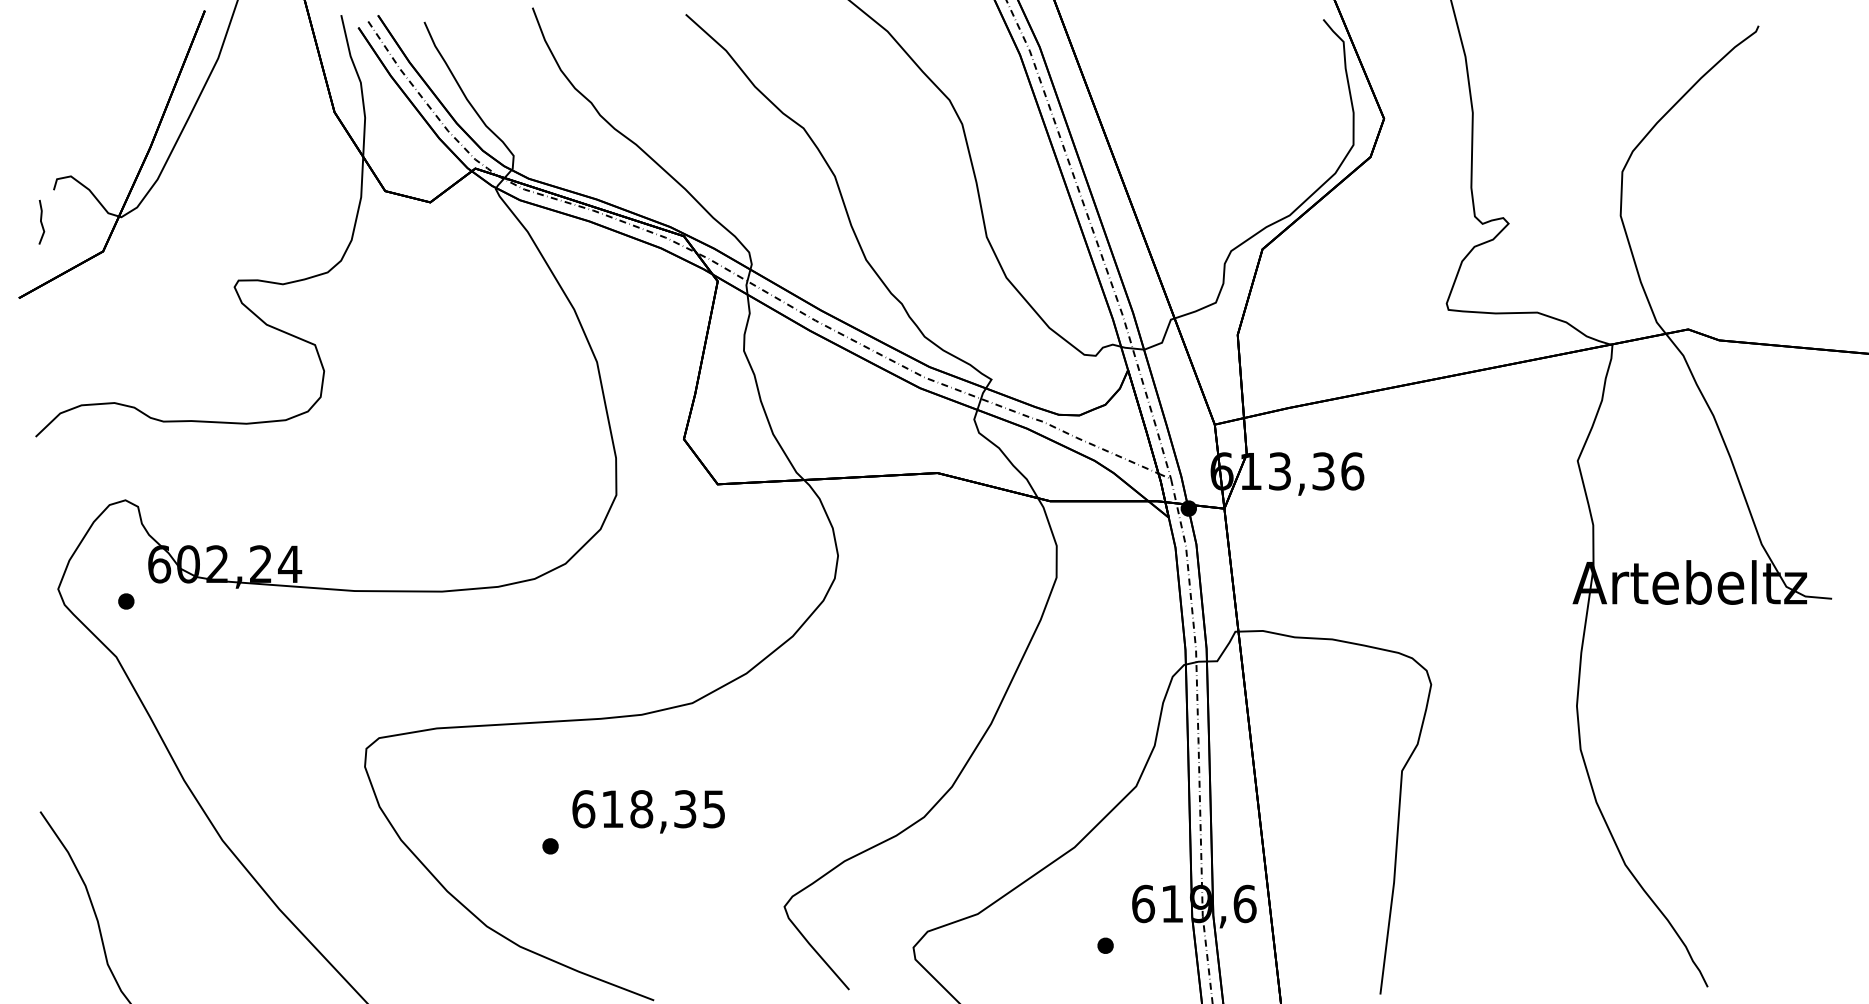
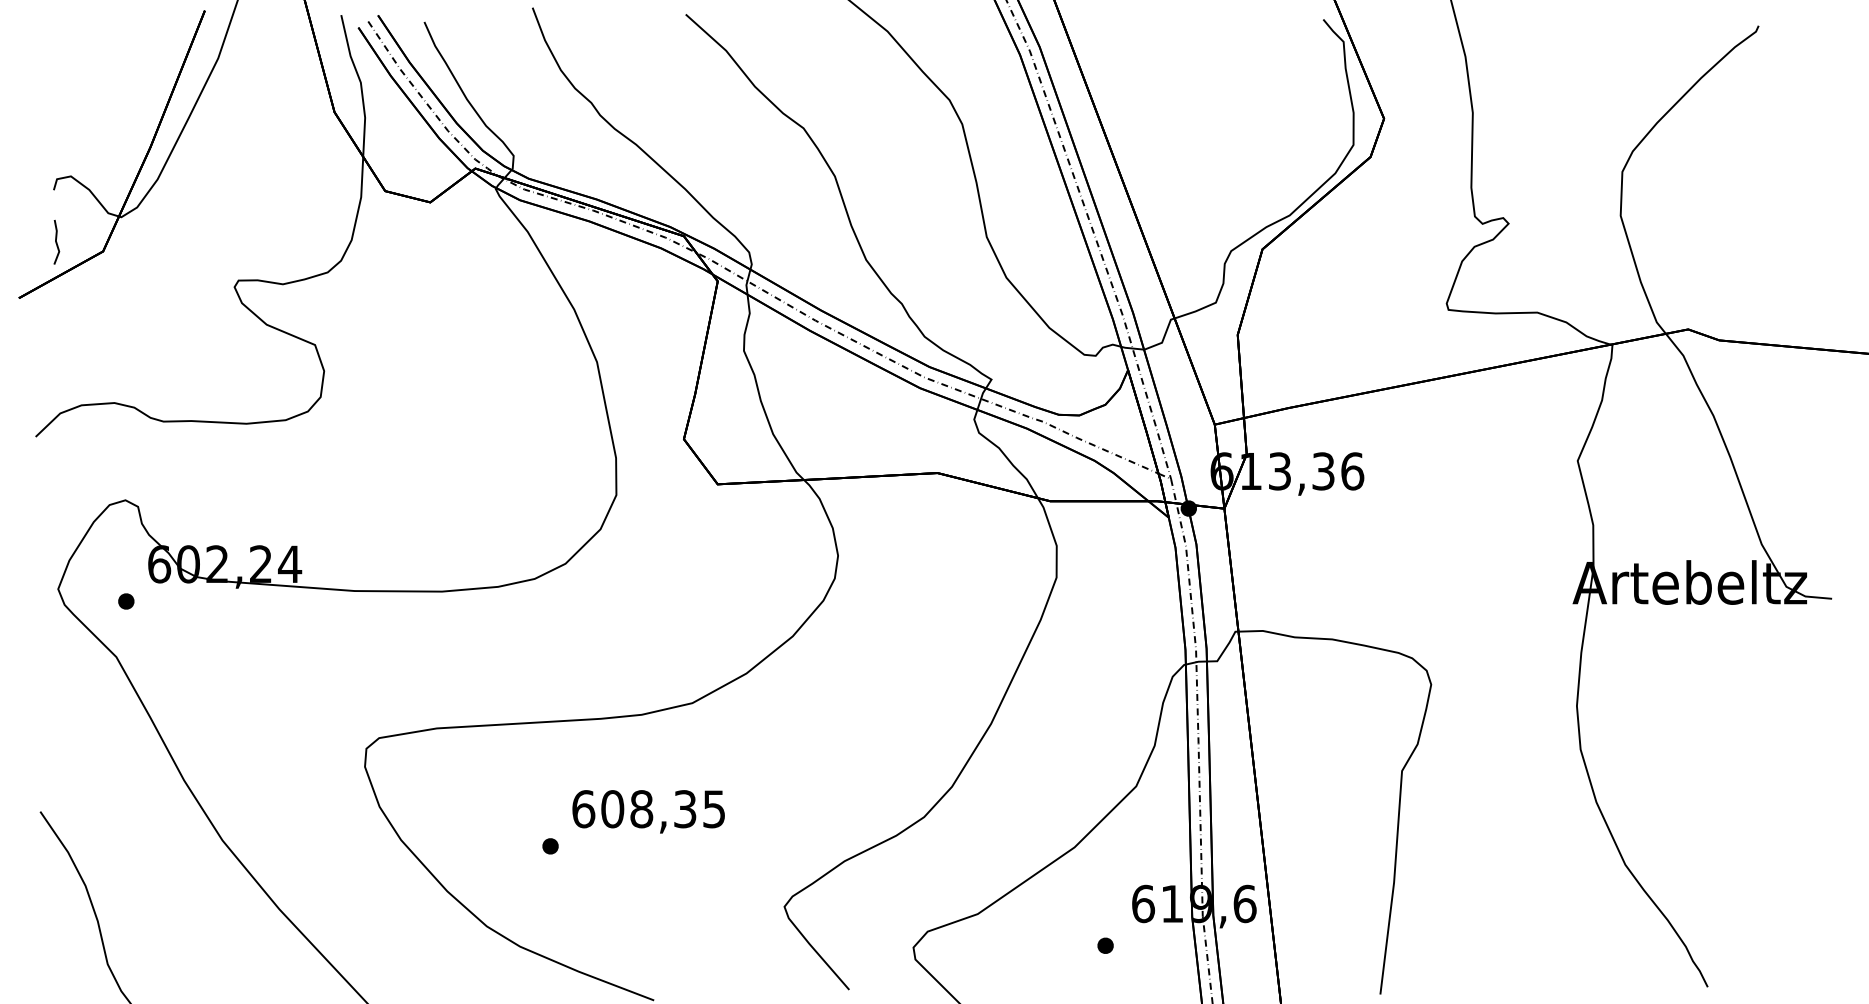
line at (41, 222) position: (41, 222) -> (56, 242)
text at (612, 809): 618,35 -> 608,35
